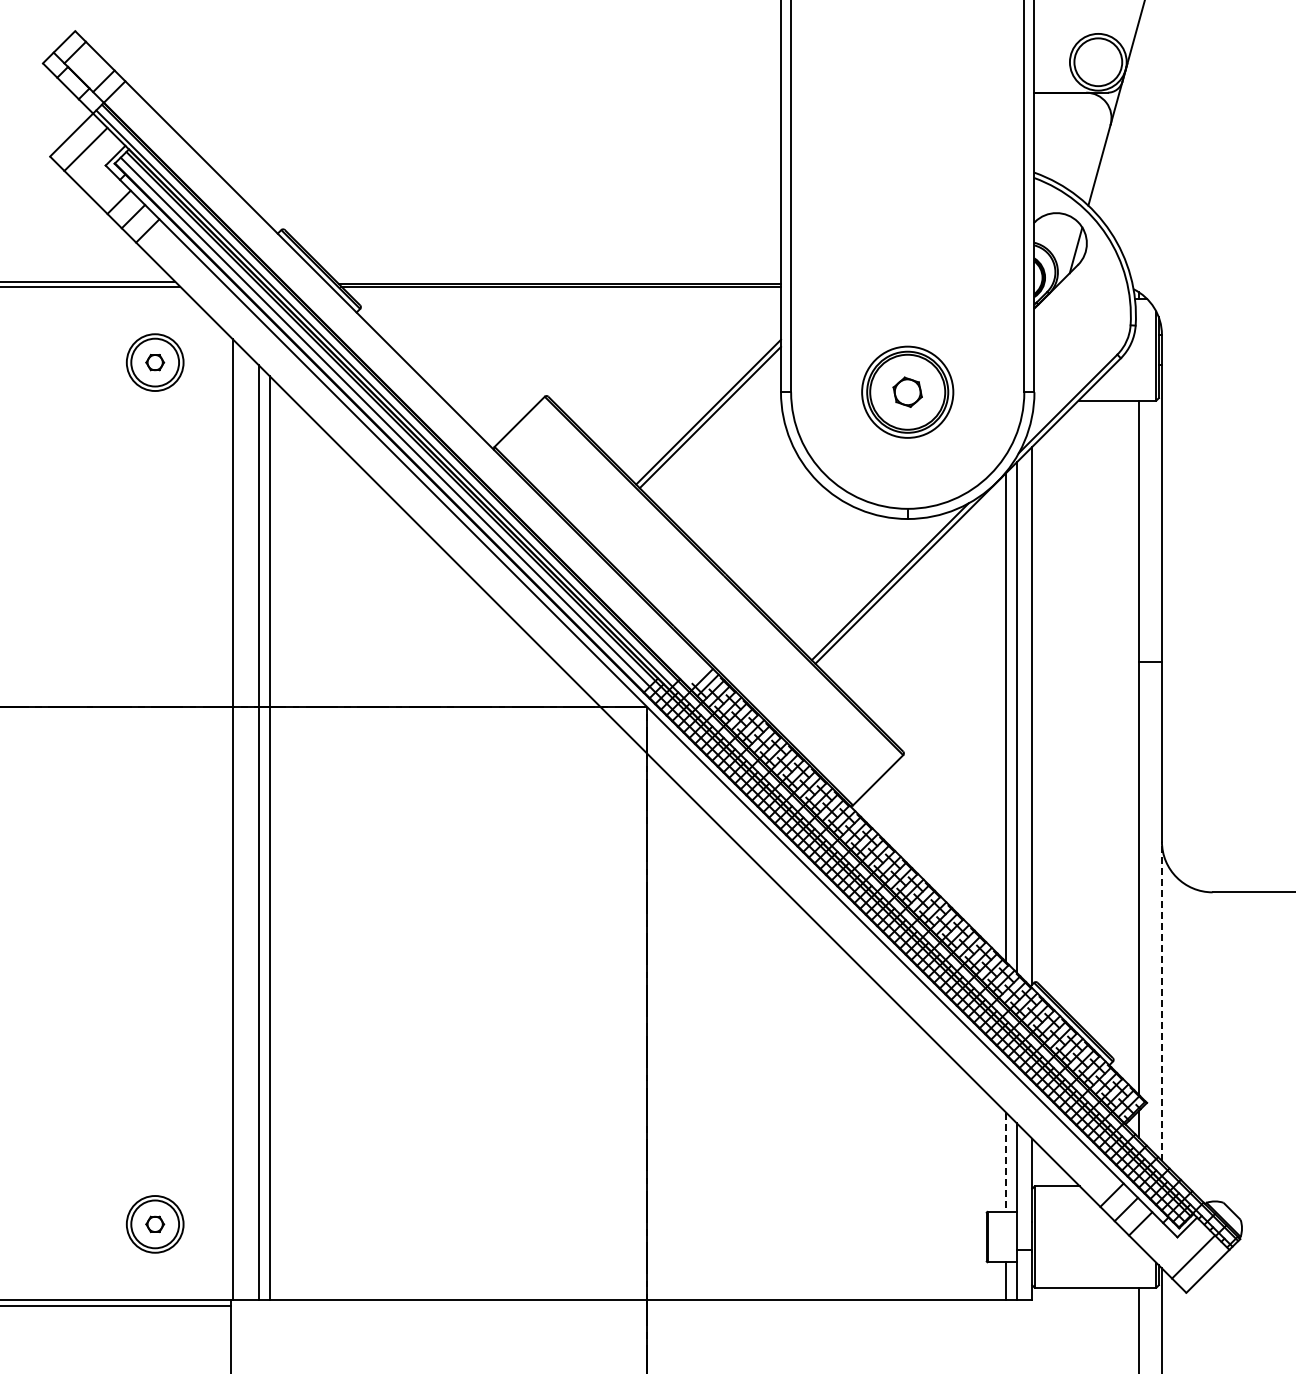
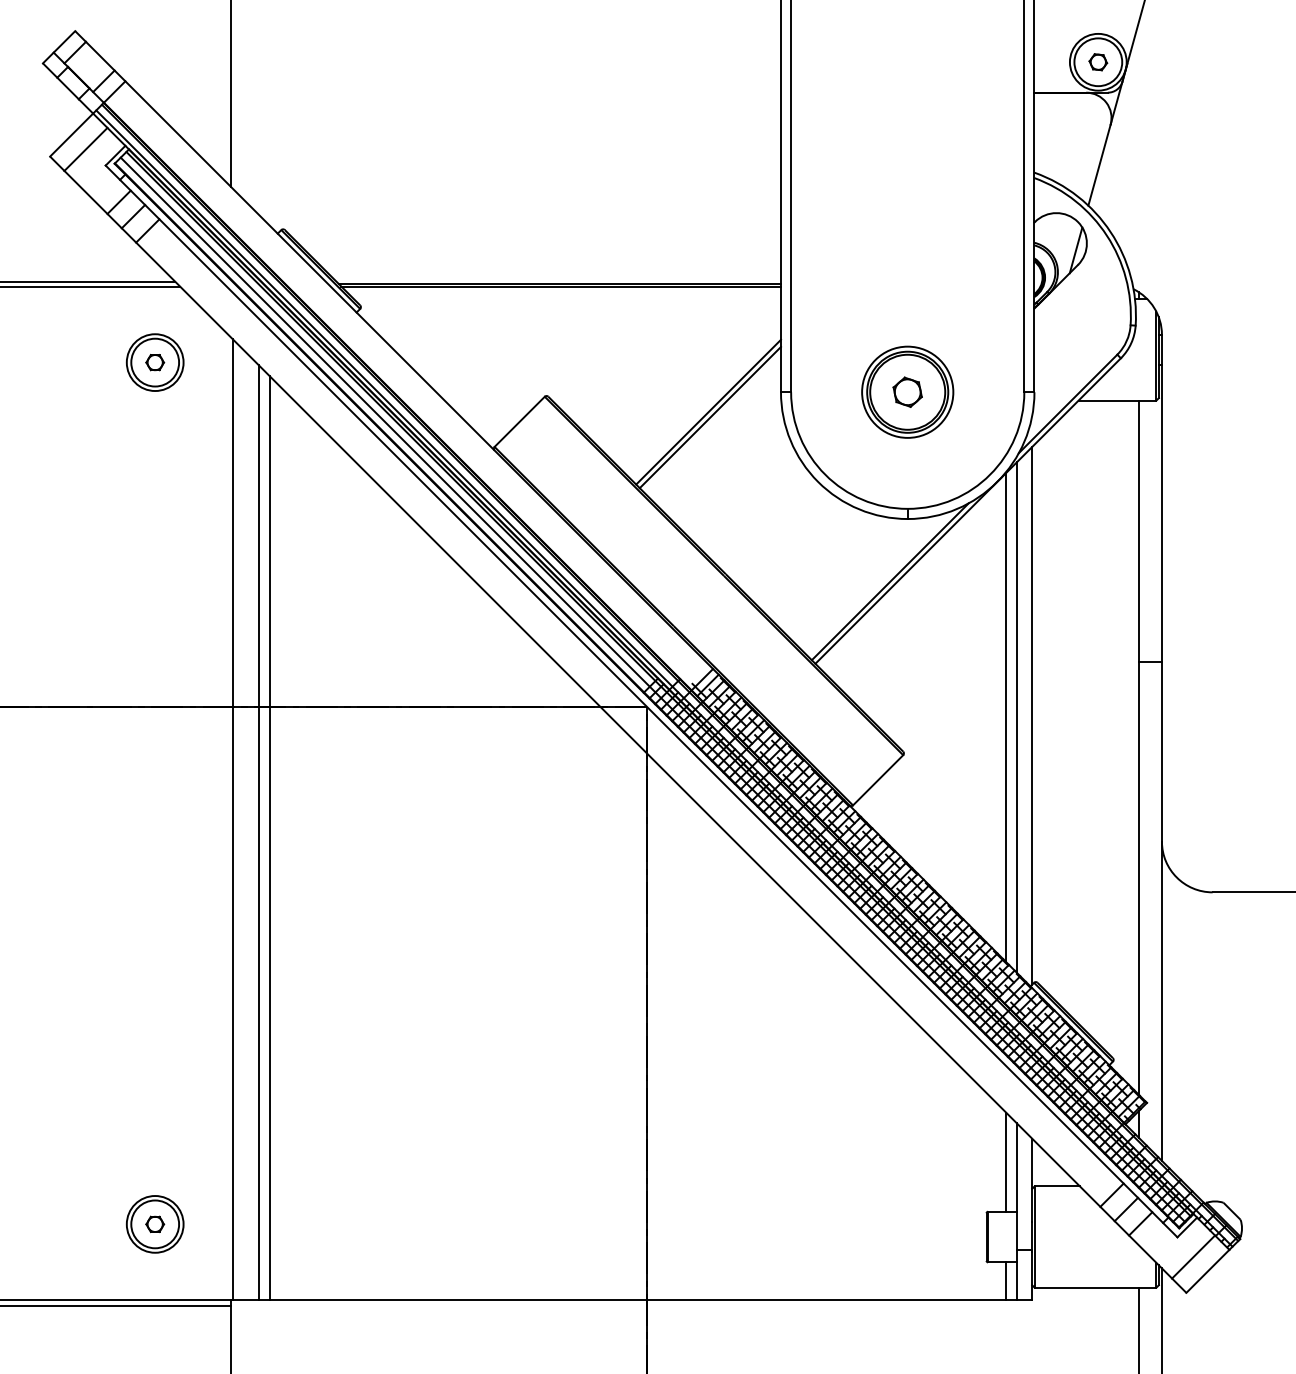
part at (1098, 62): none -> present
line at (231, 94): none -> present
line at (1161, 1001): dashed -> solid
line at (1006, 1162): dashed -> solid
